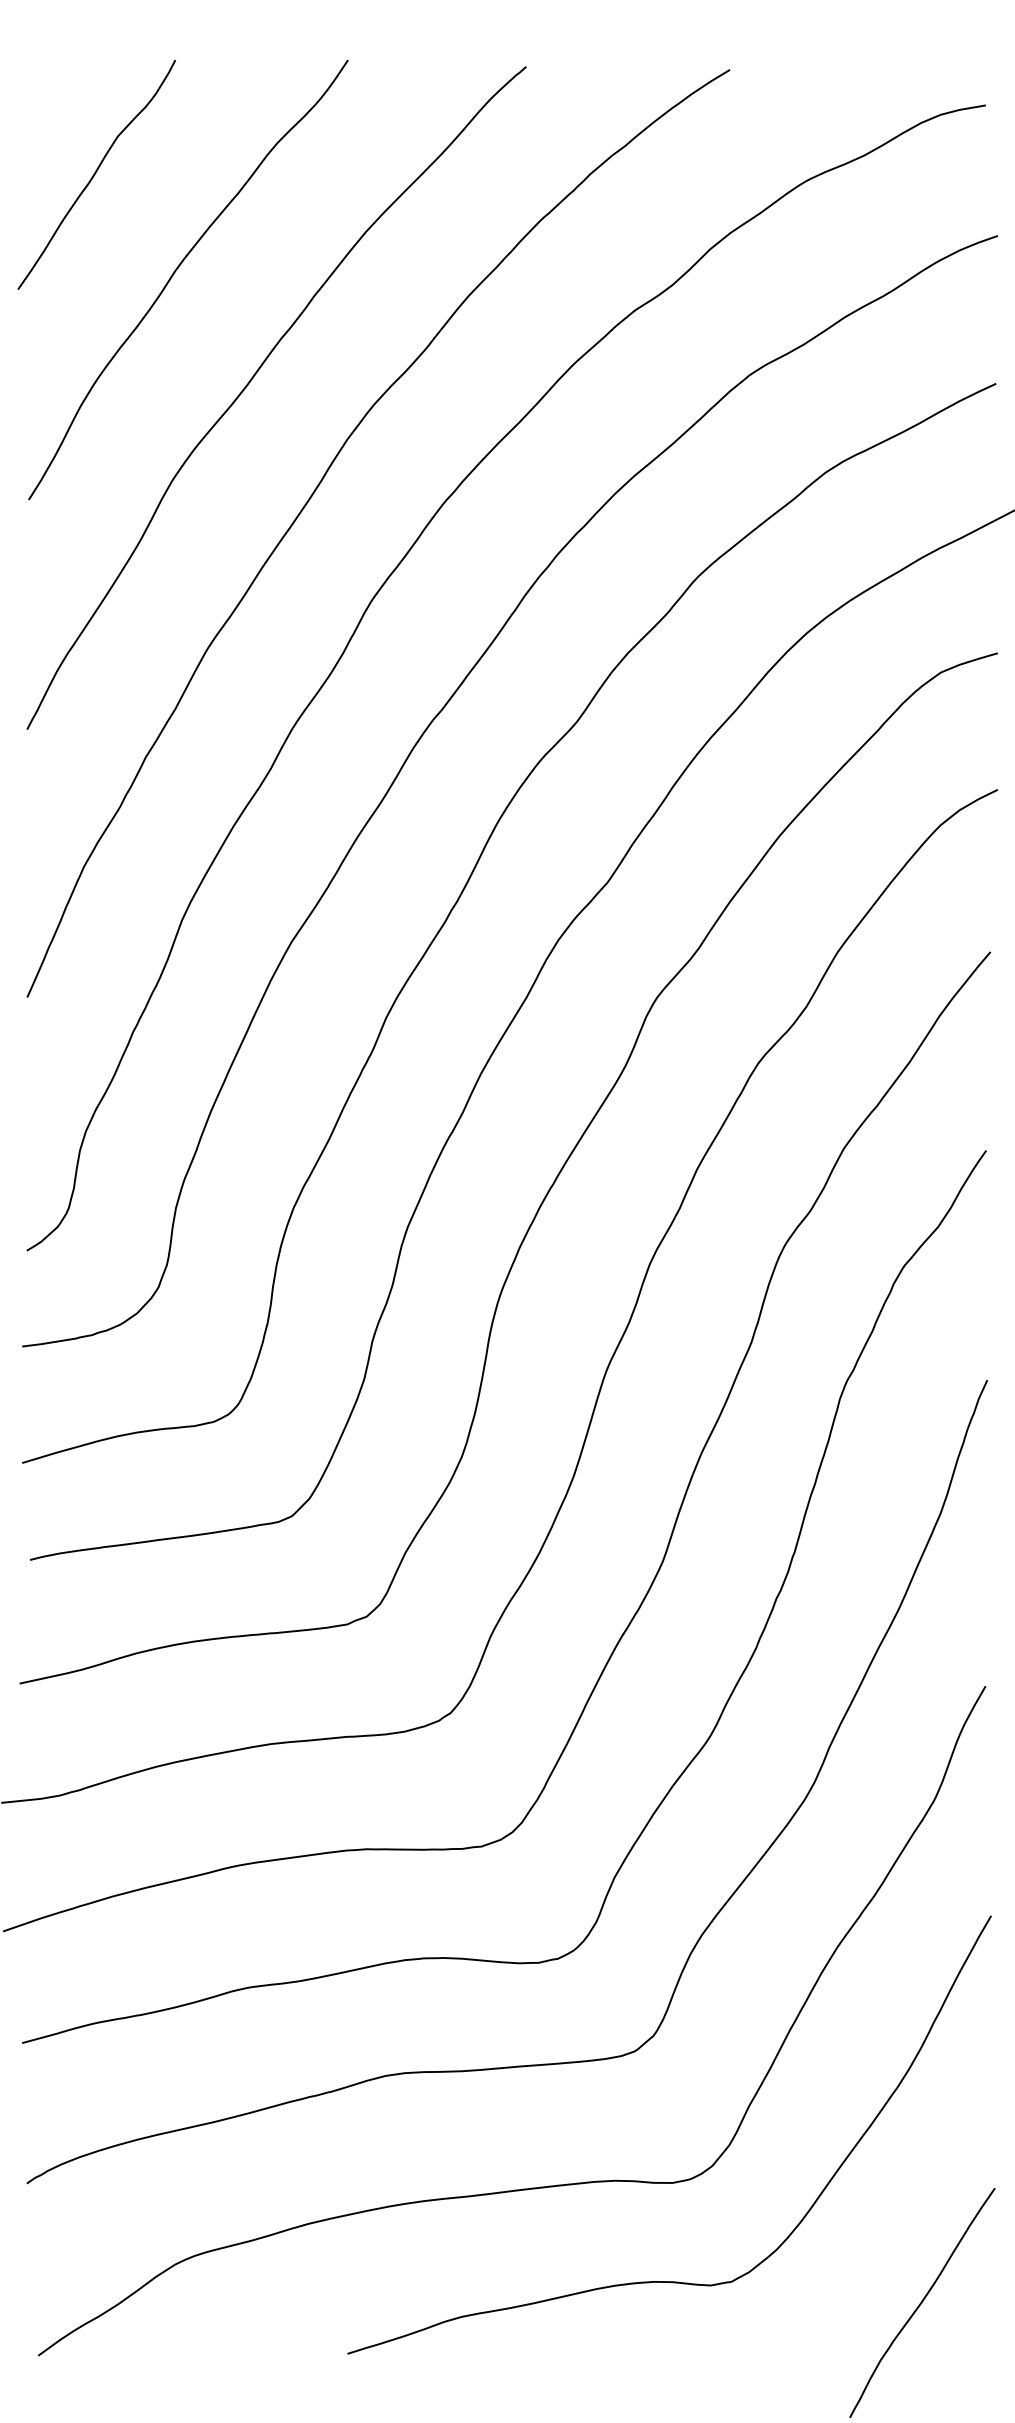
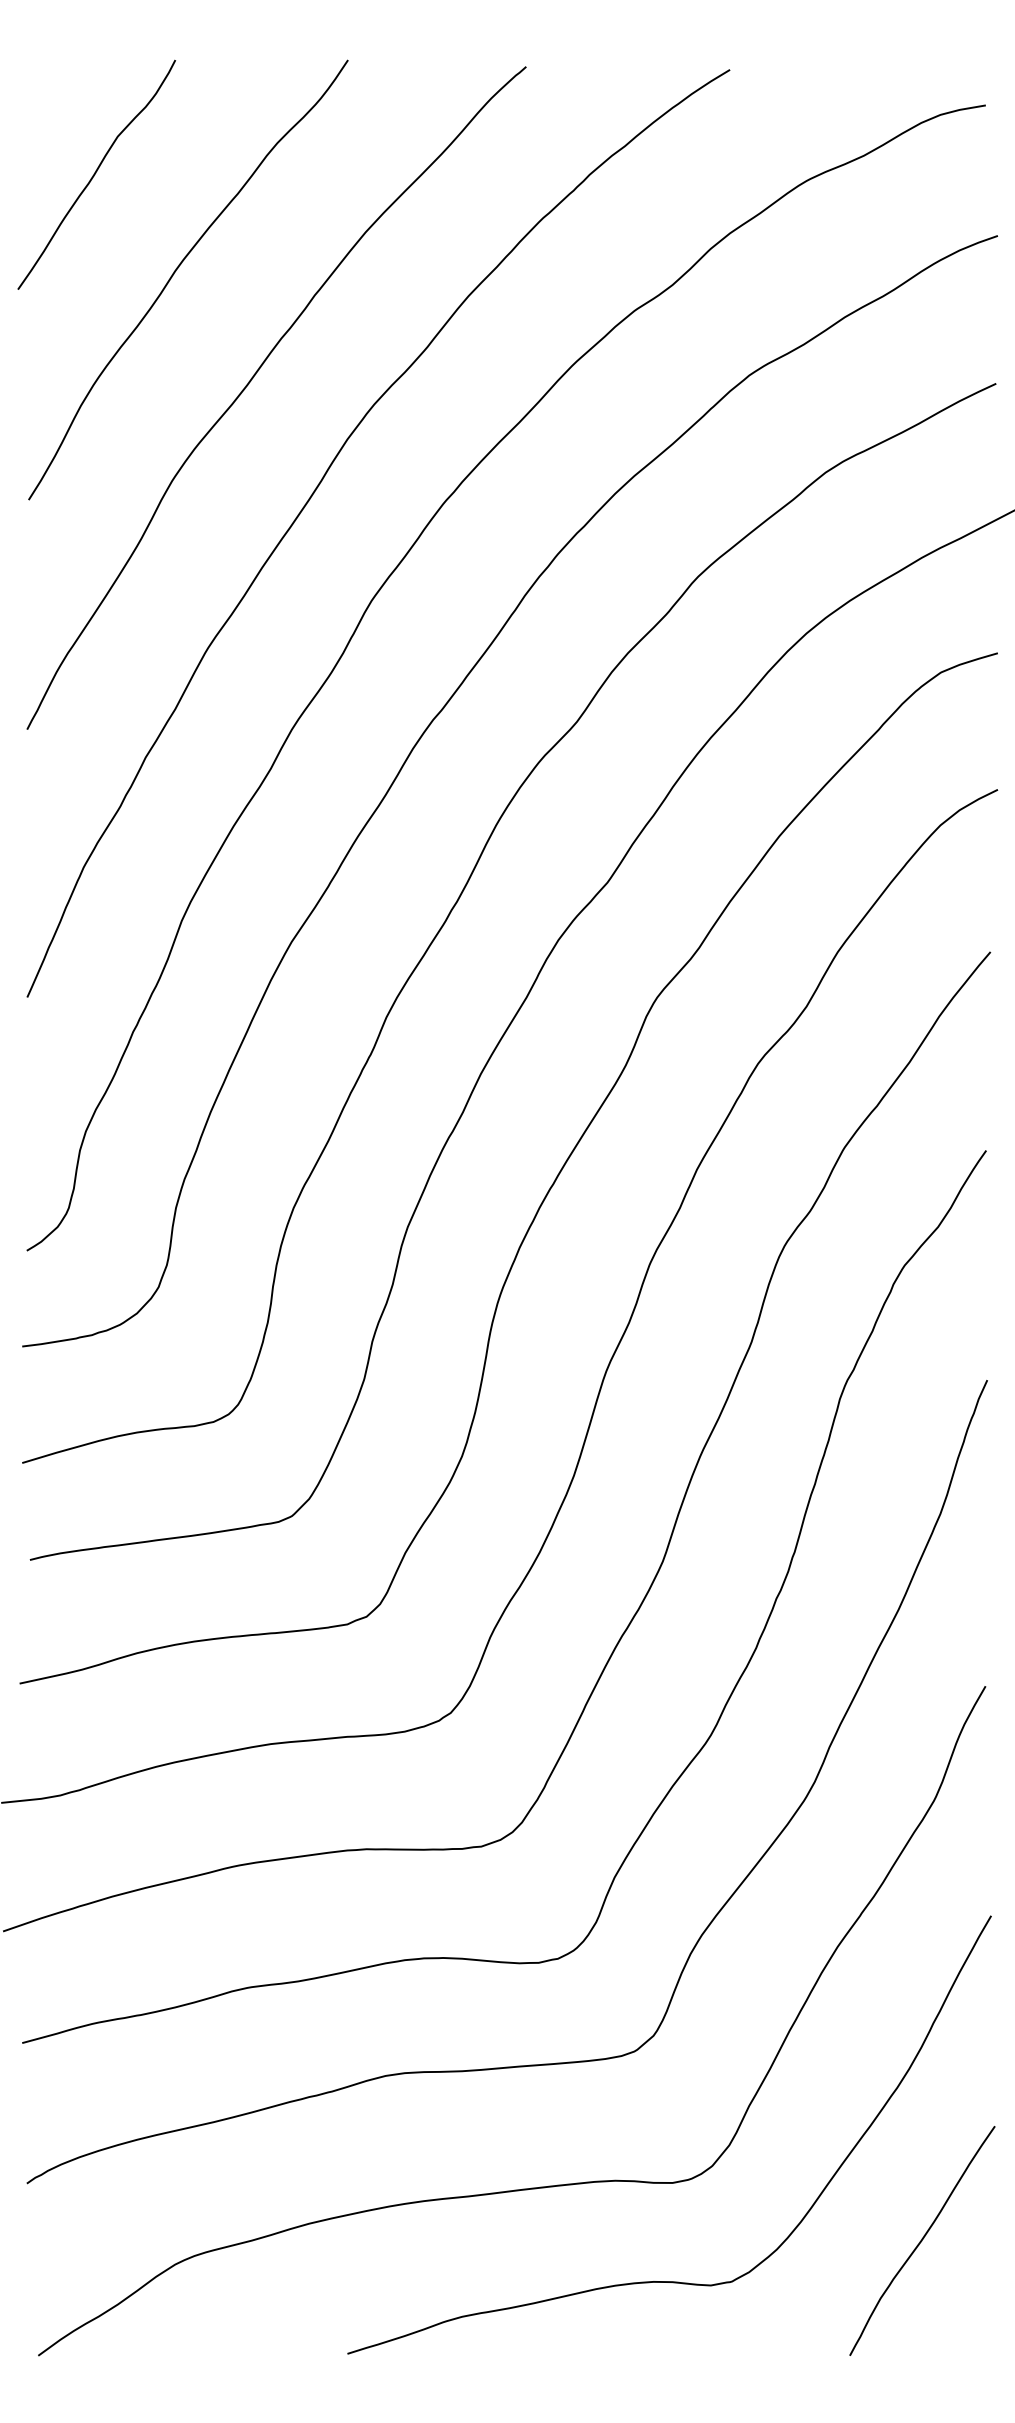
curve at (922, 2302) position: (922, 2302) -> (922, 2240)
